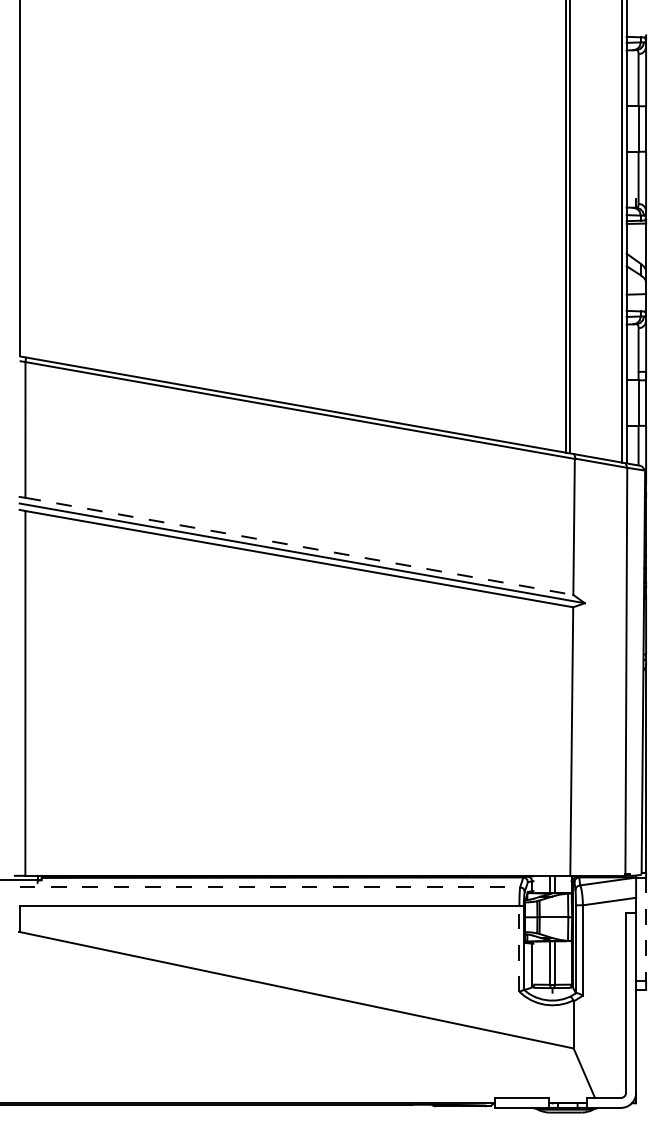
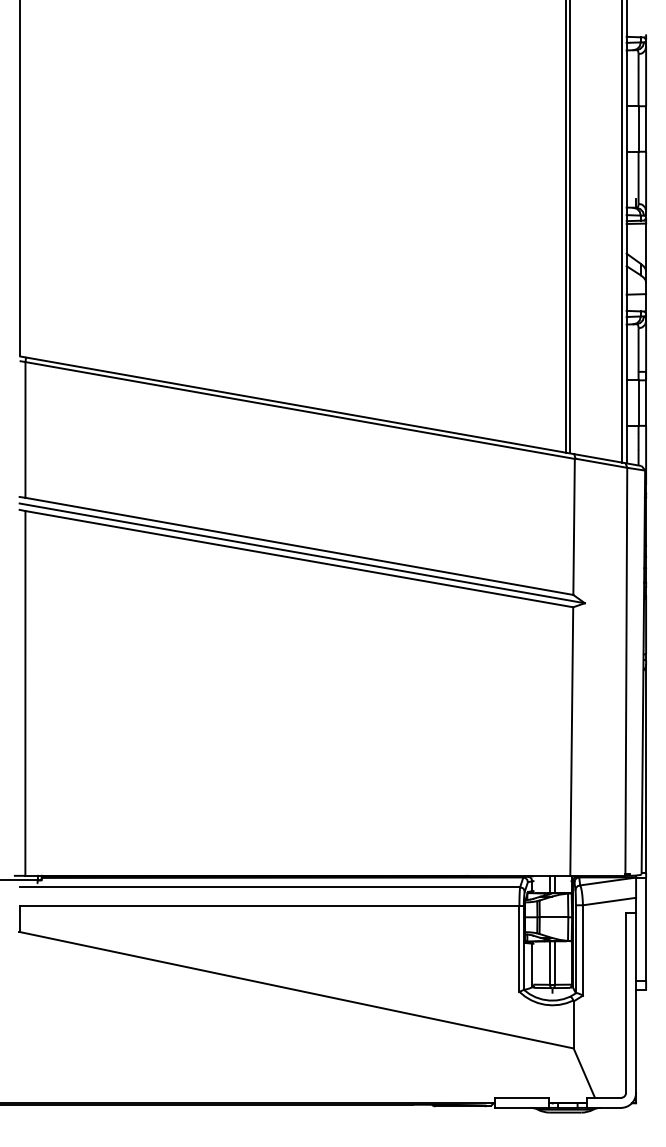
line at (299, 546): dashed -> solid
line at (270, 887): dashed -> solid
line at (646, 929): dashed -> solid
line at (519, 948): dashed -> solid
